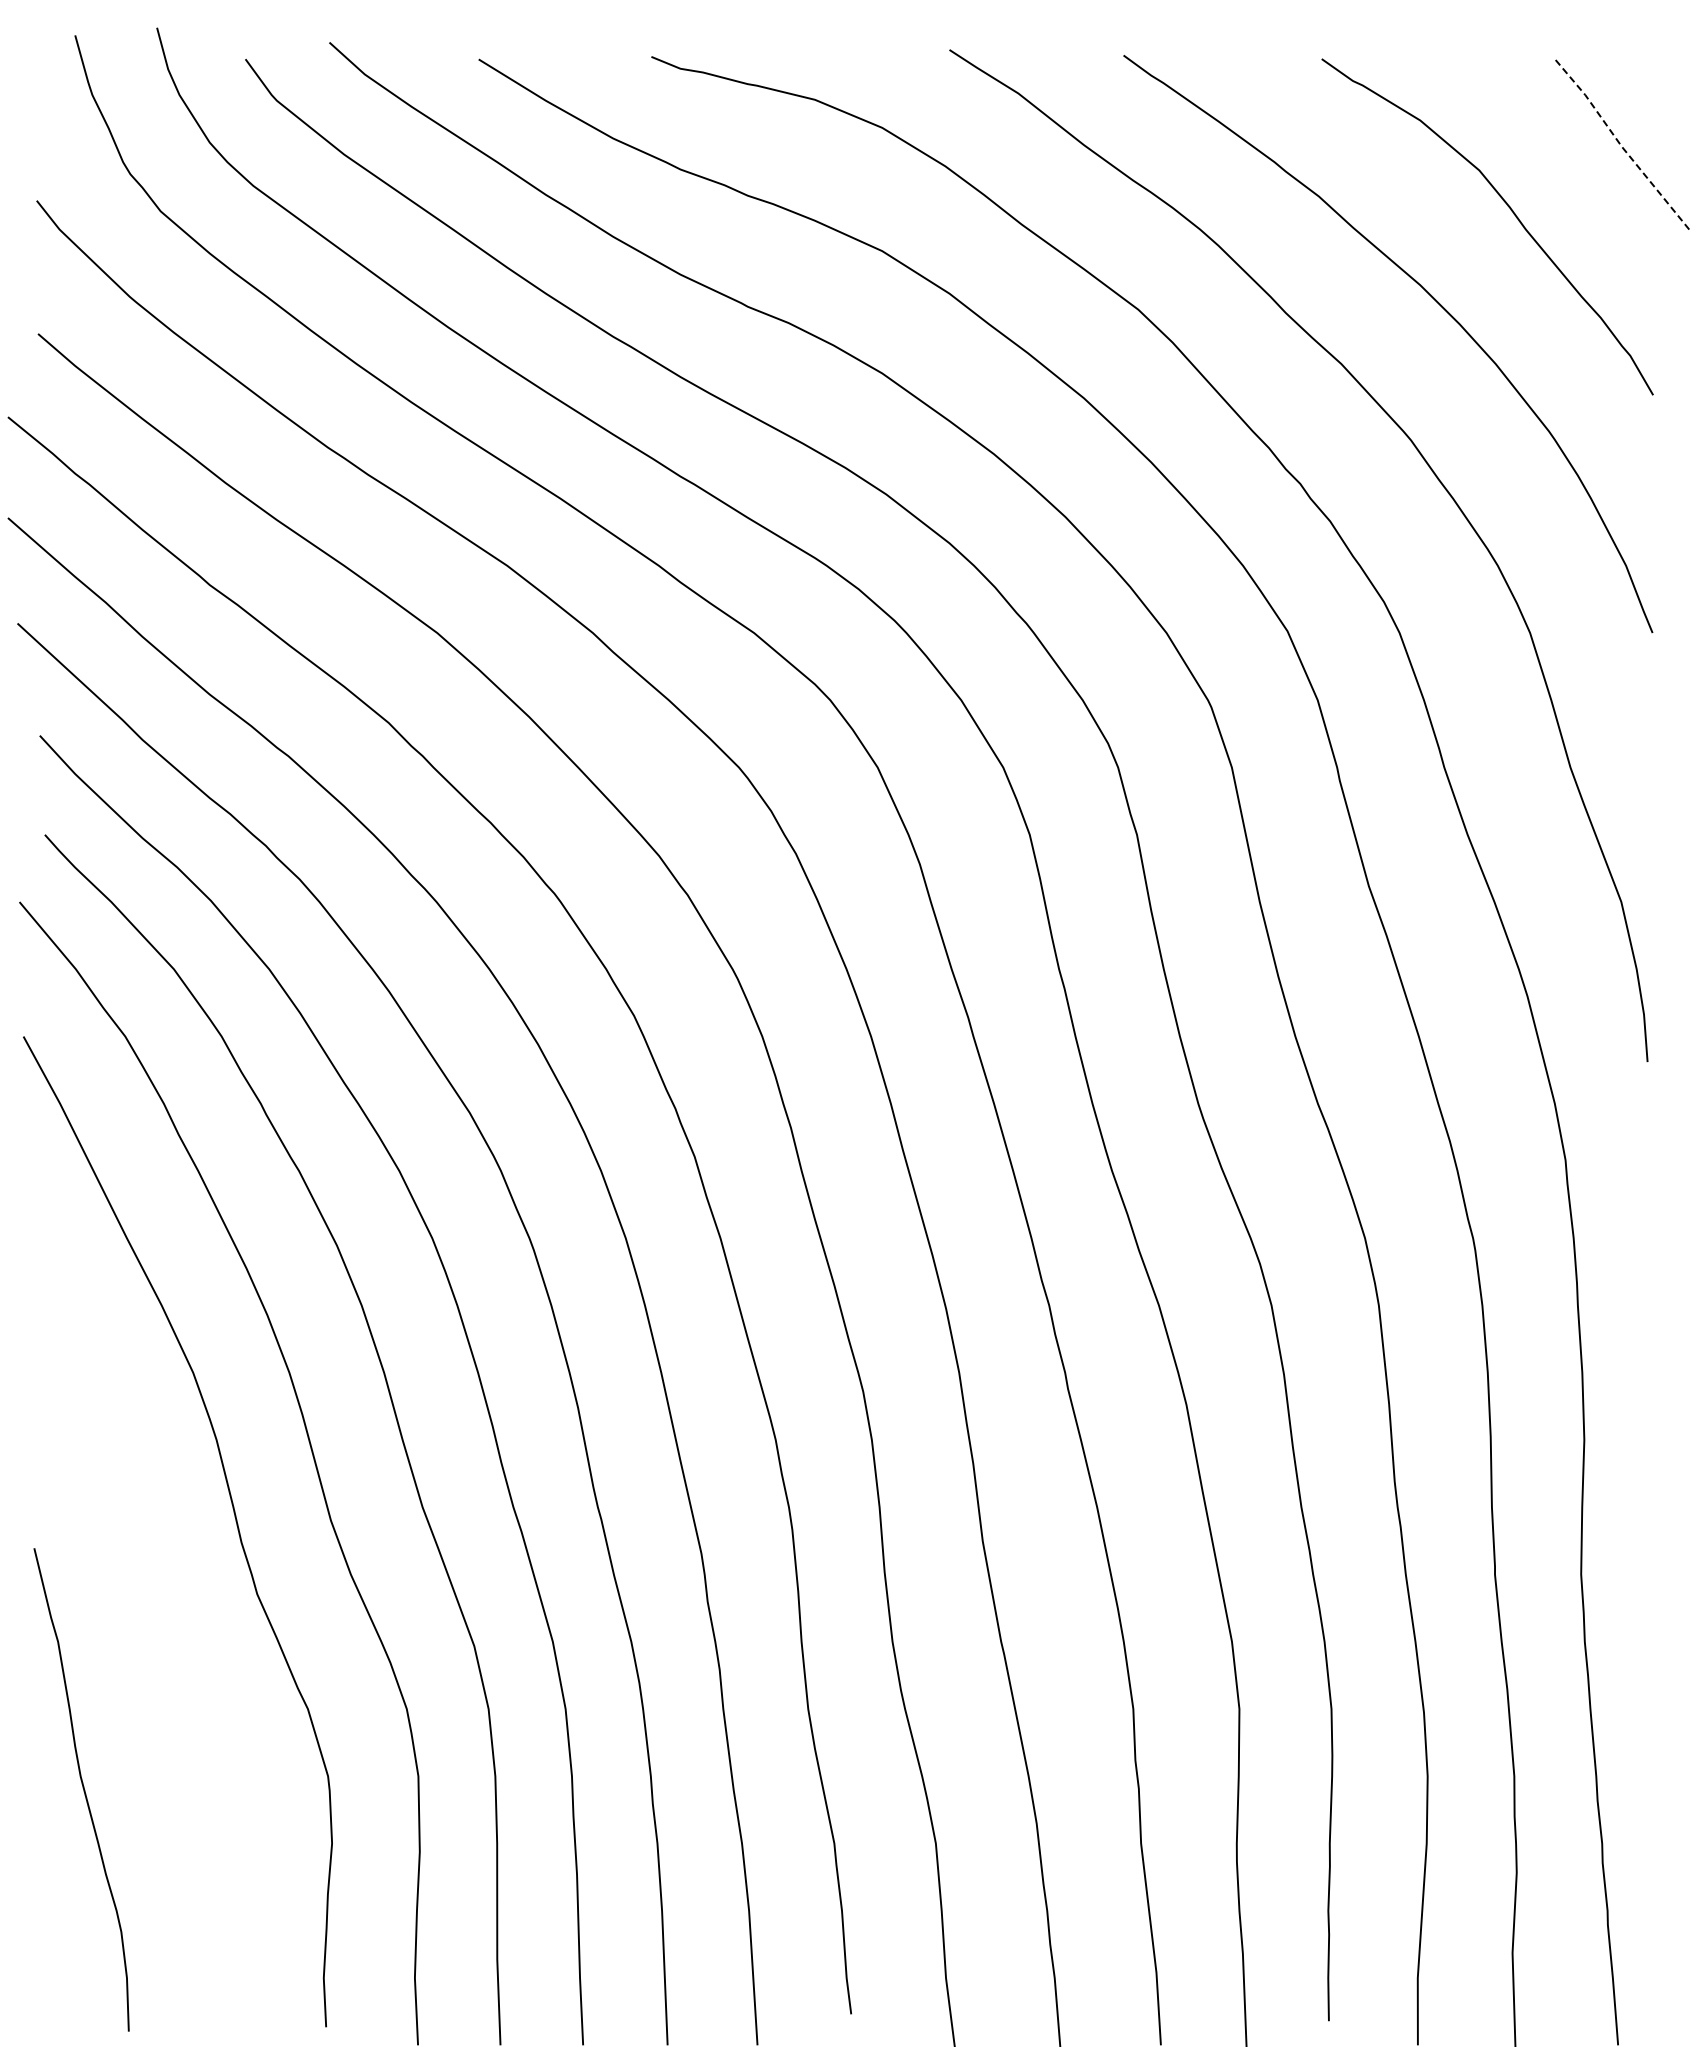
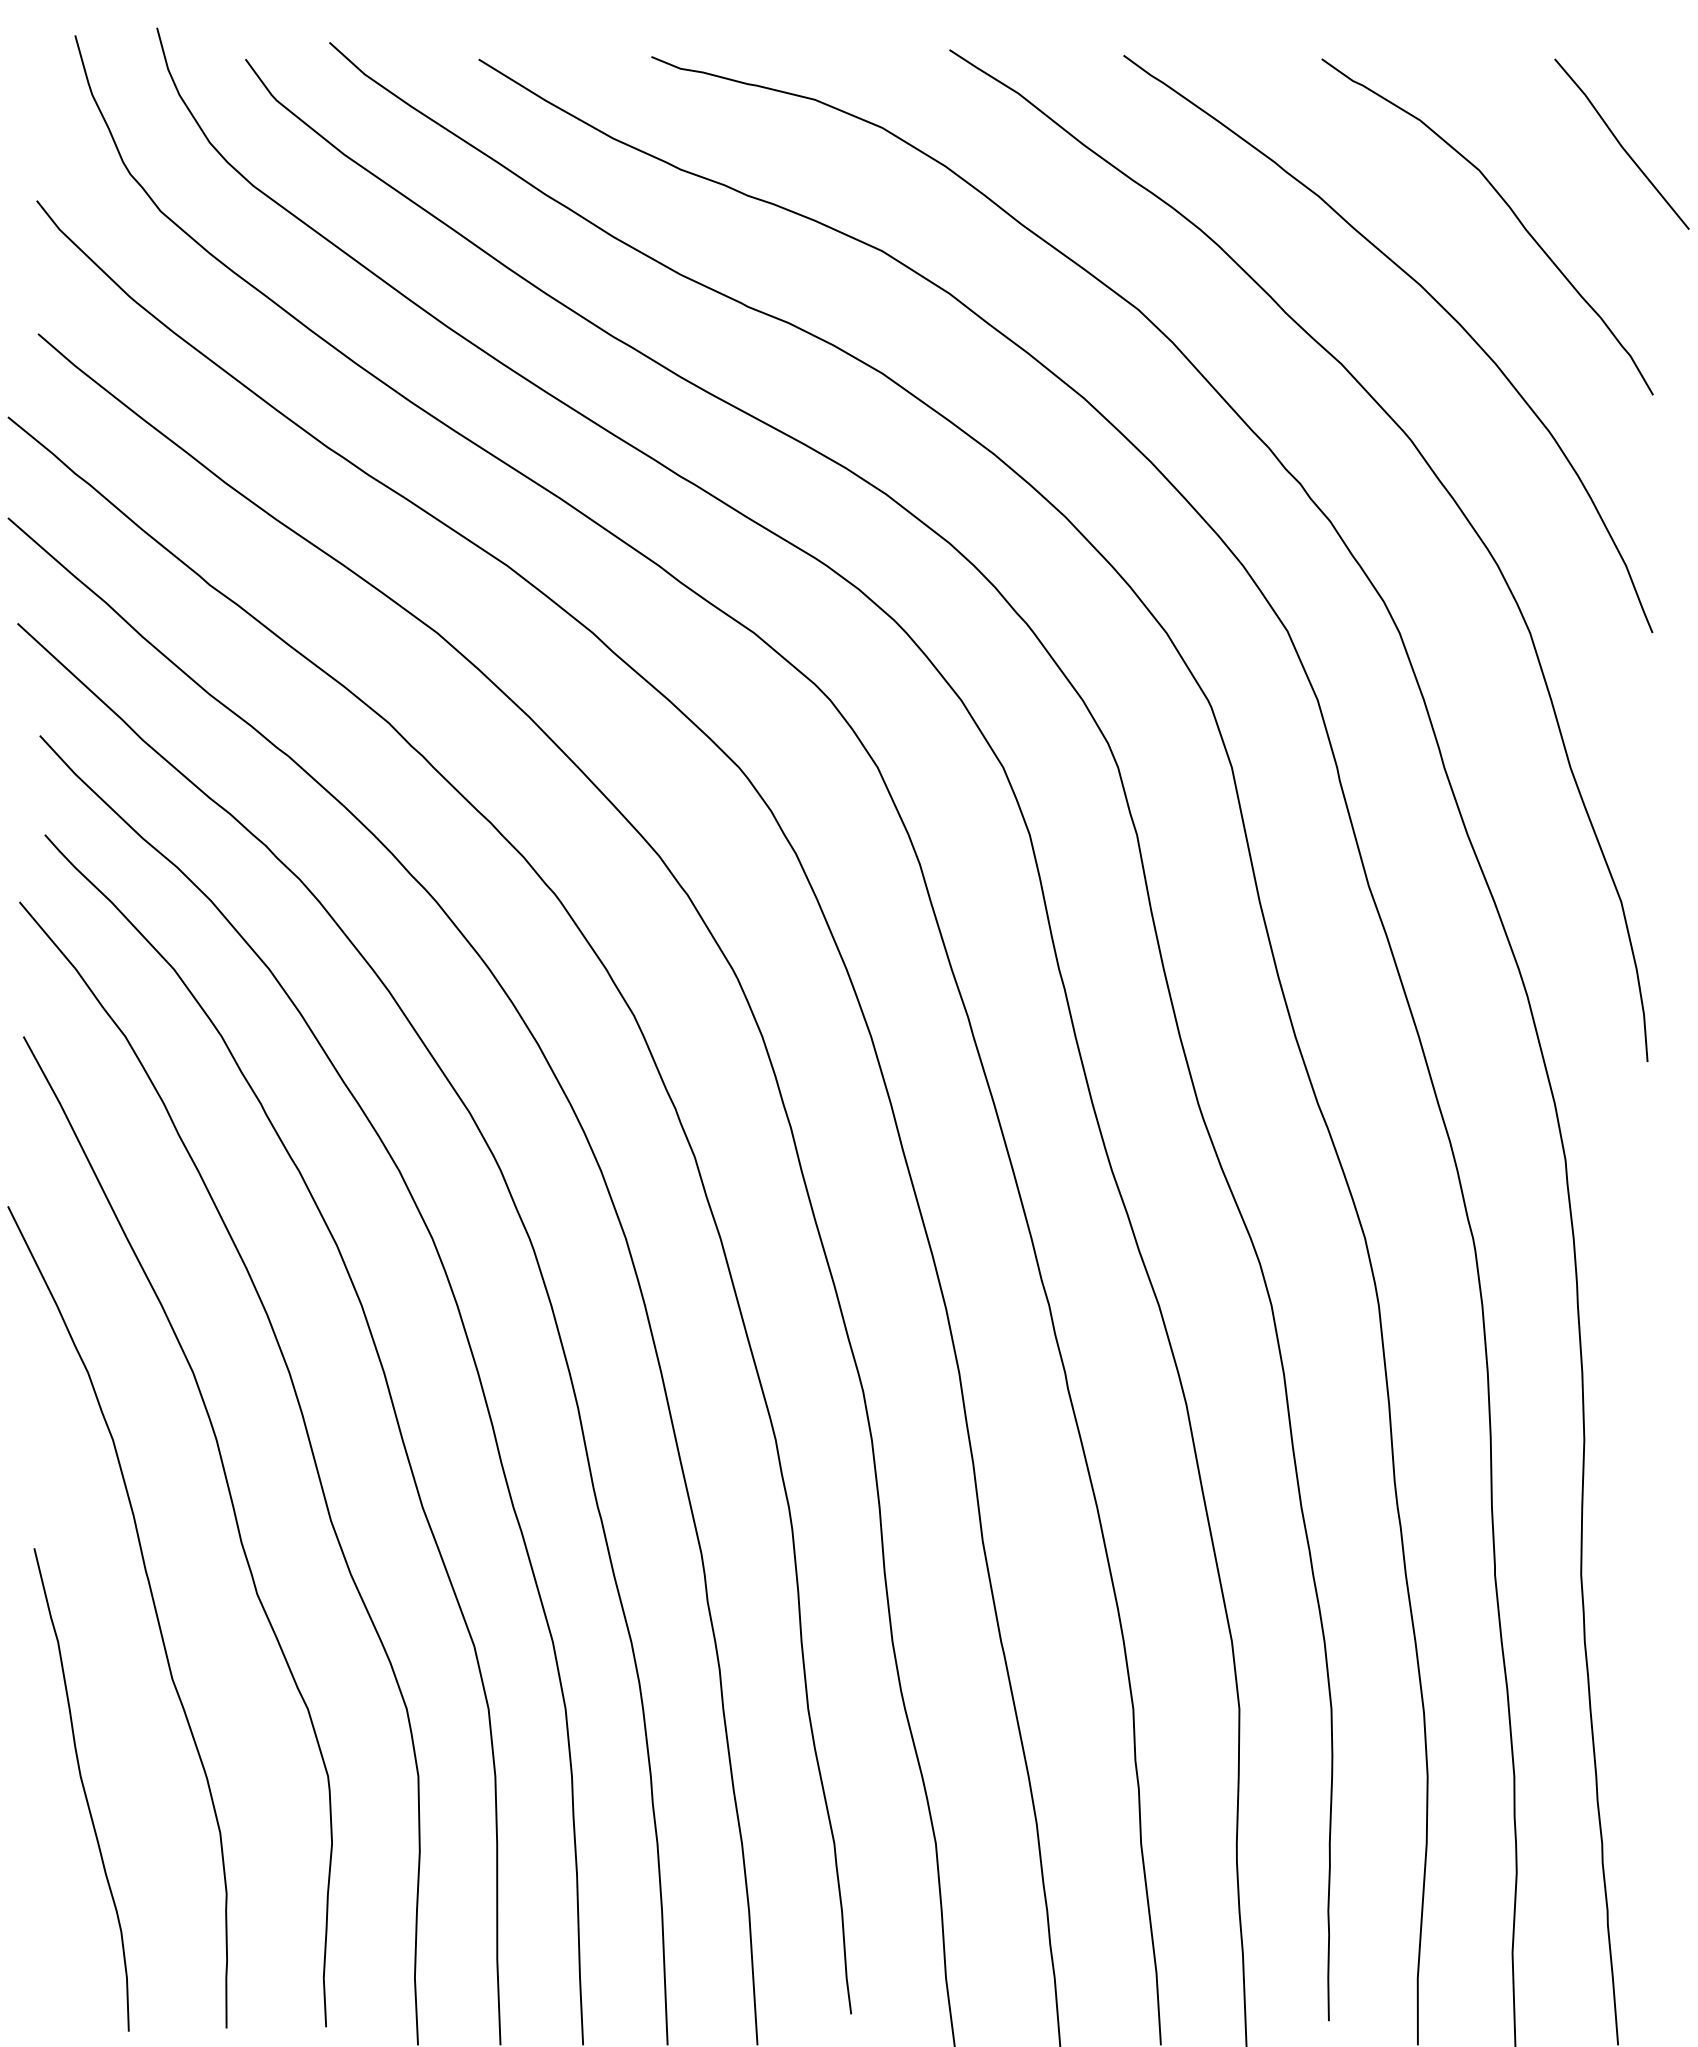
line at (1620, 144): dashed -> solid
curve at (153, 1606): none -> present
